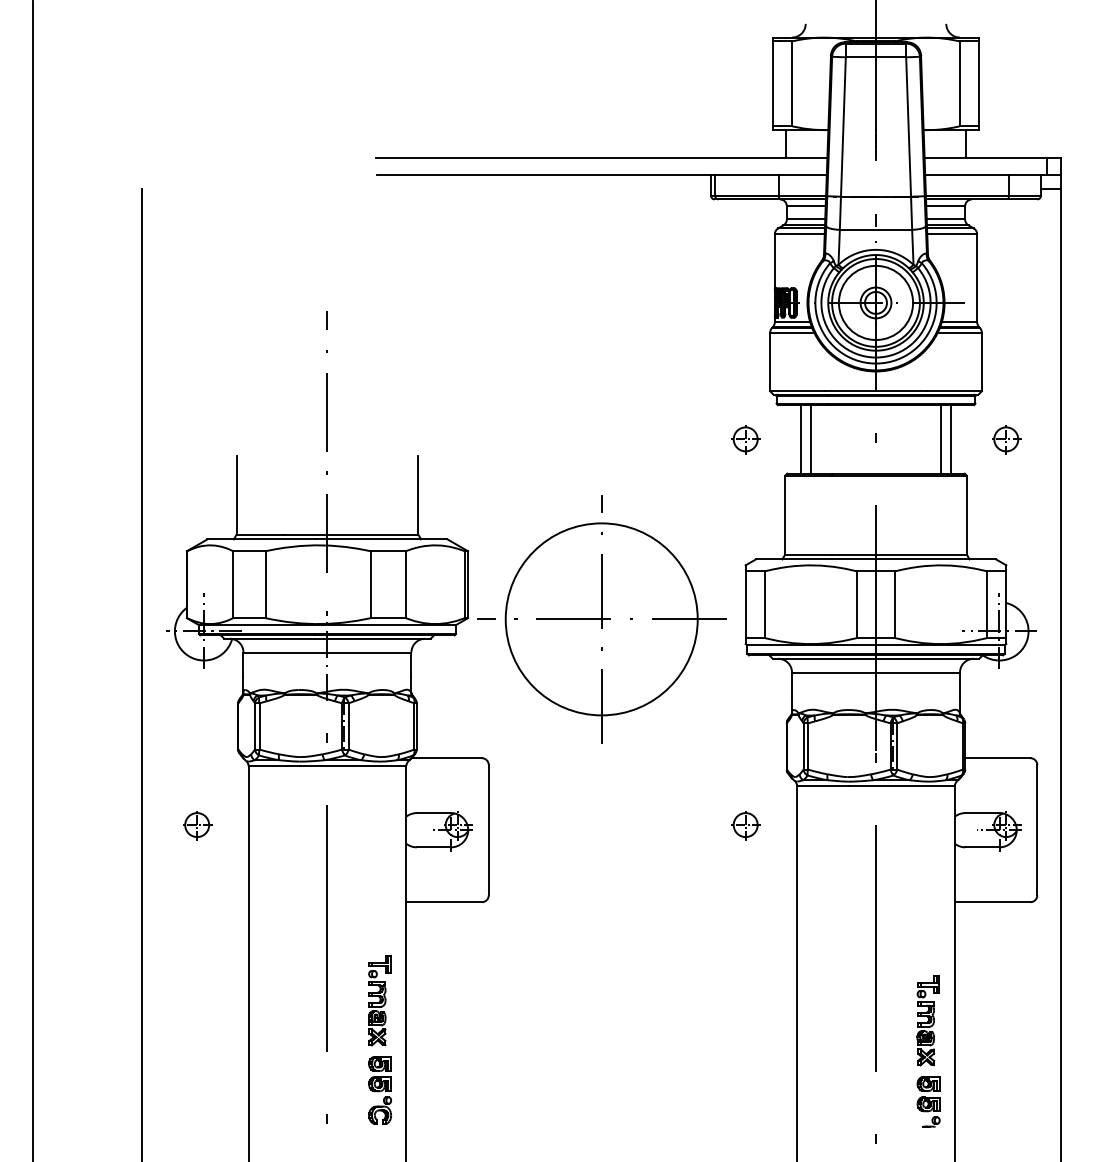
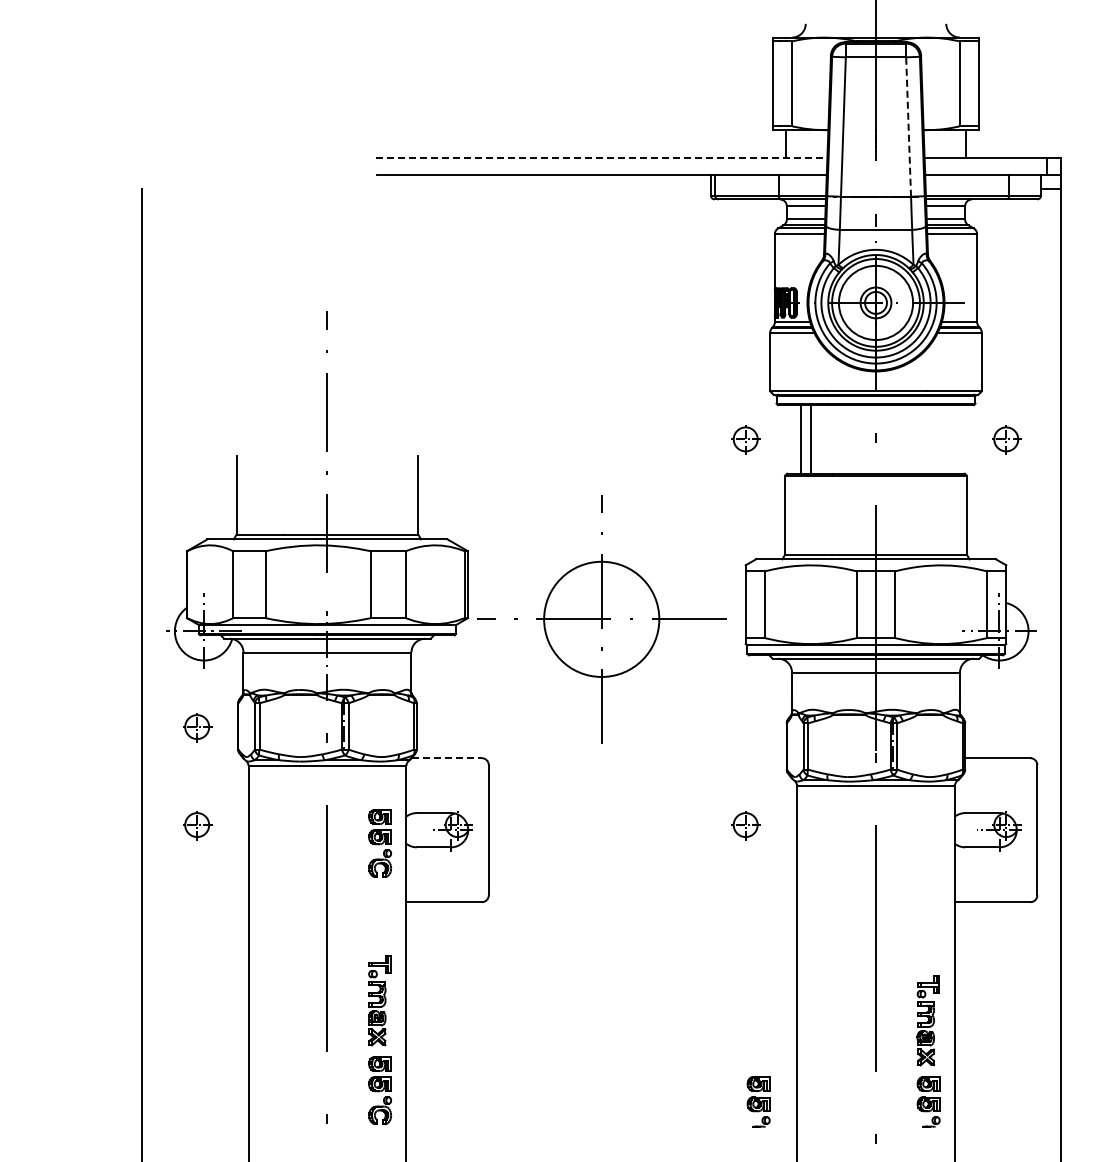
line at (908, 127): solid -> dashed
line at (601, 158): solid -> dashed
line at (941, 439): present -> none
line at (951, 439): present -> none
line at (32, 580): present -> none
circle at (601, 619) diameter: 192 px -> 115 px
part at (197, 727): none -> present
line at (447, 758): solid -> dashed
part at (379, 843): none -> present
part at (758, 1101): none -> present
